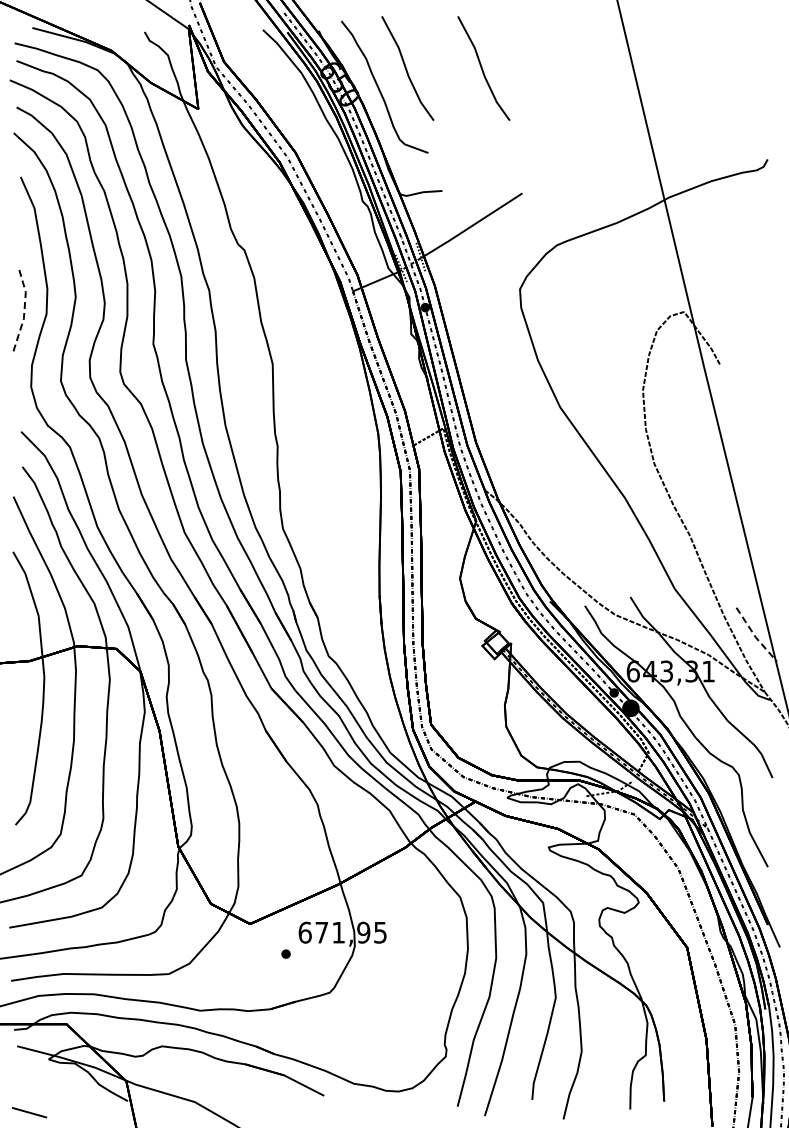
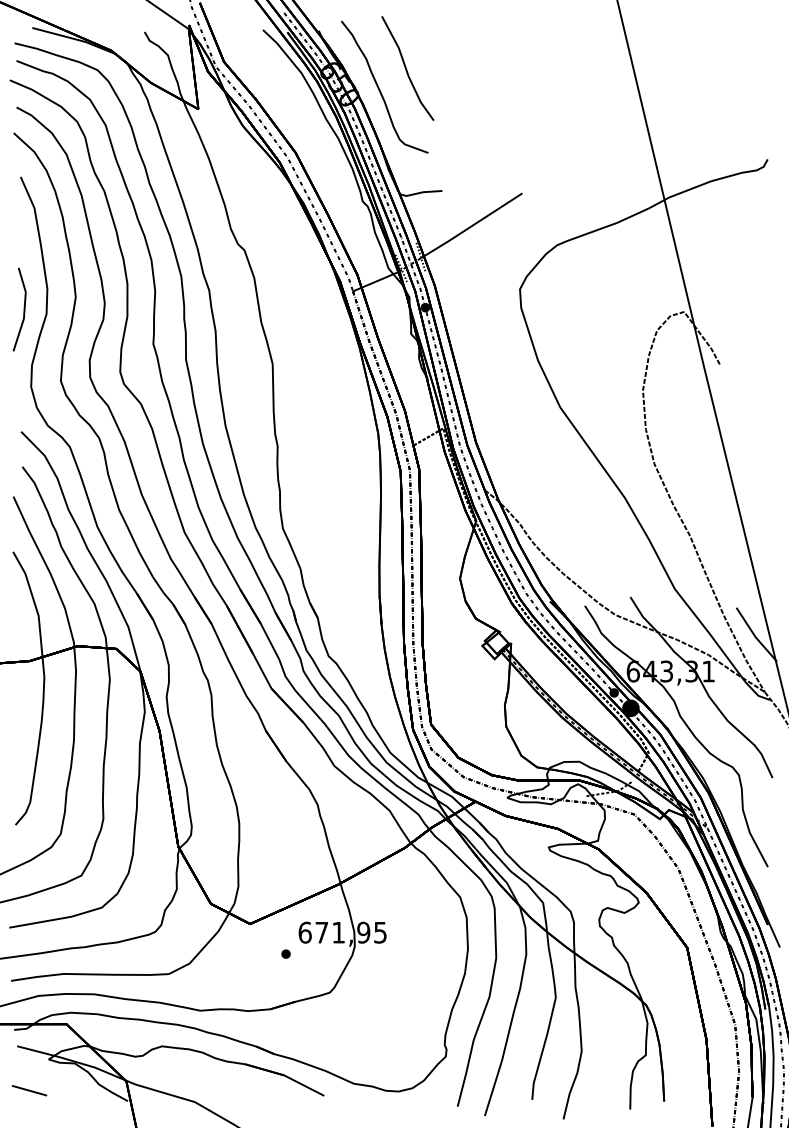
line at (482, 68): present -> none
line at (24, 309): dashed -> solid
line at (755, 636): dashed -> solid
line at (29, 1112) position: (29, 1112) -> (29, 1090)
